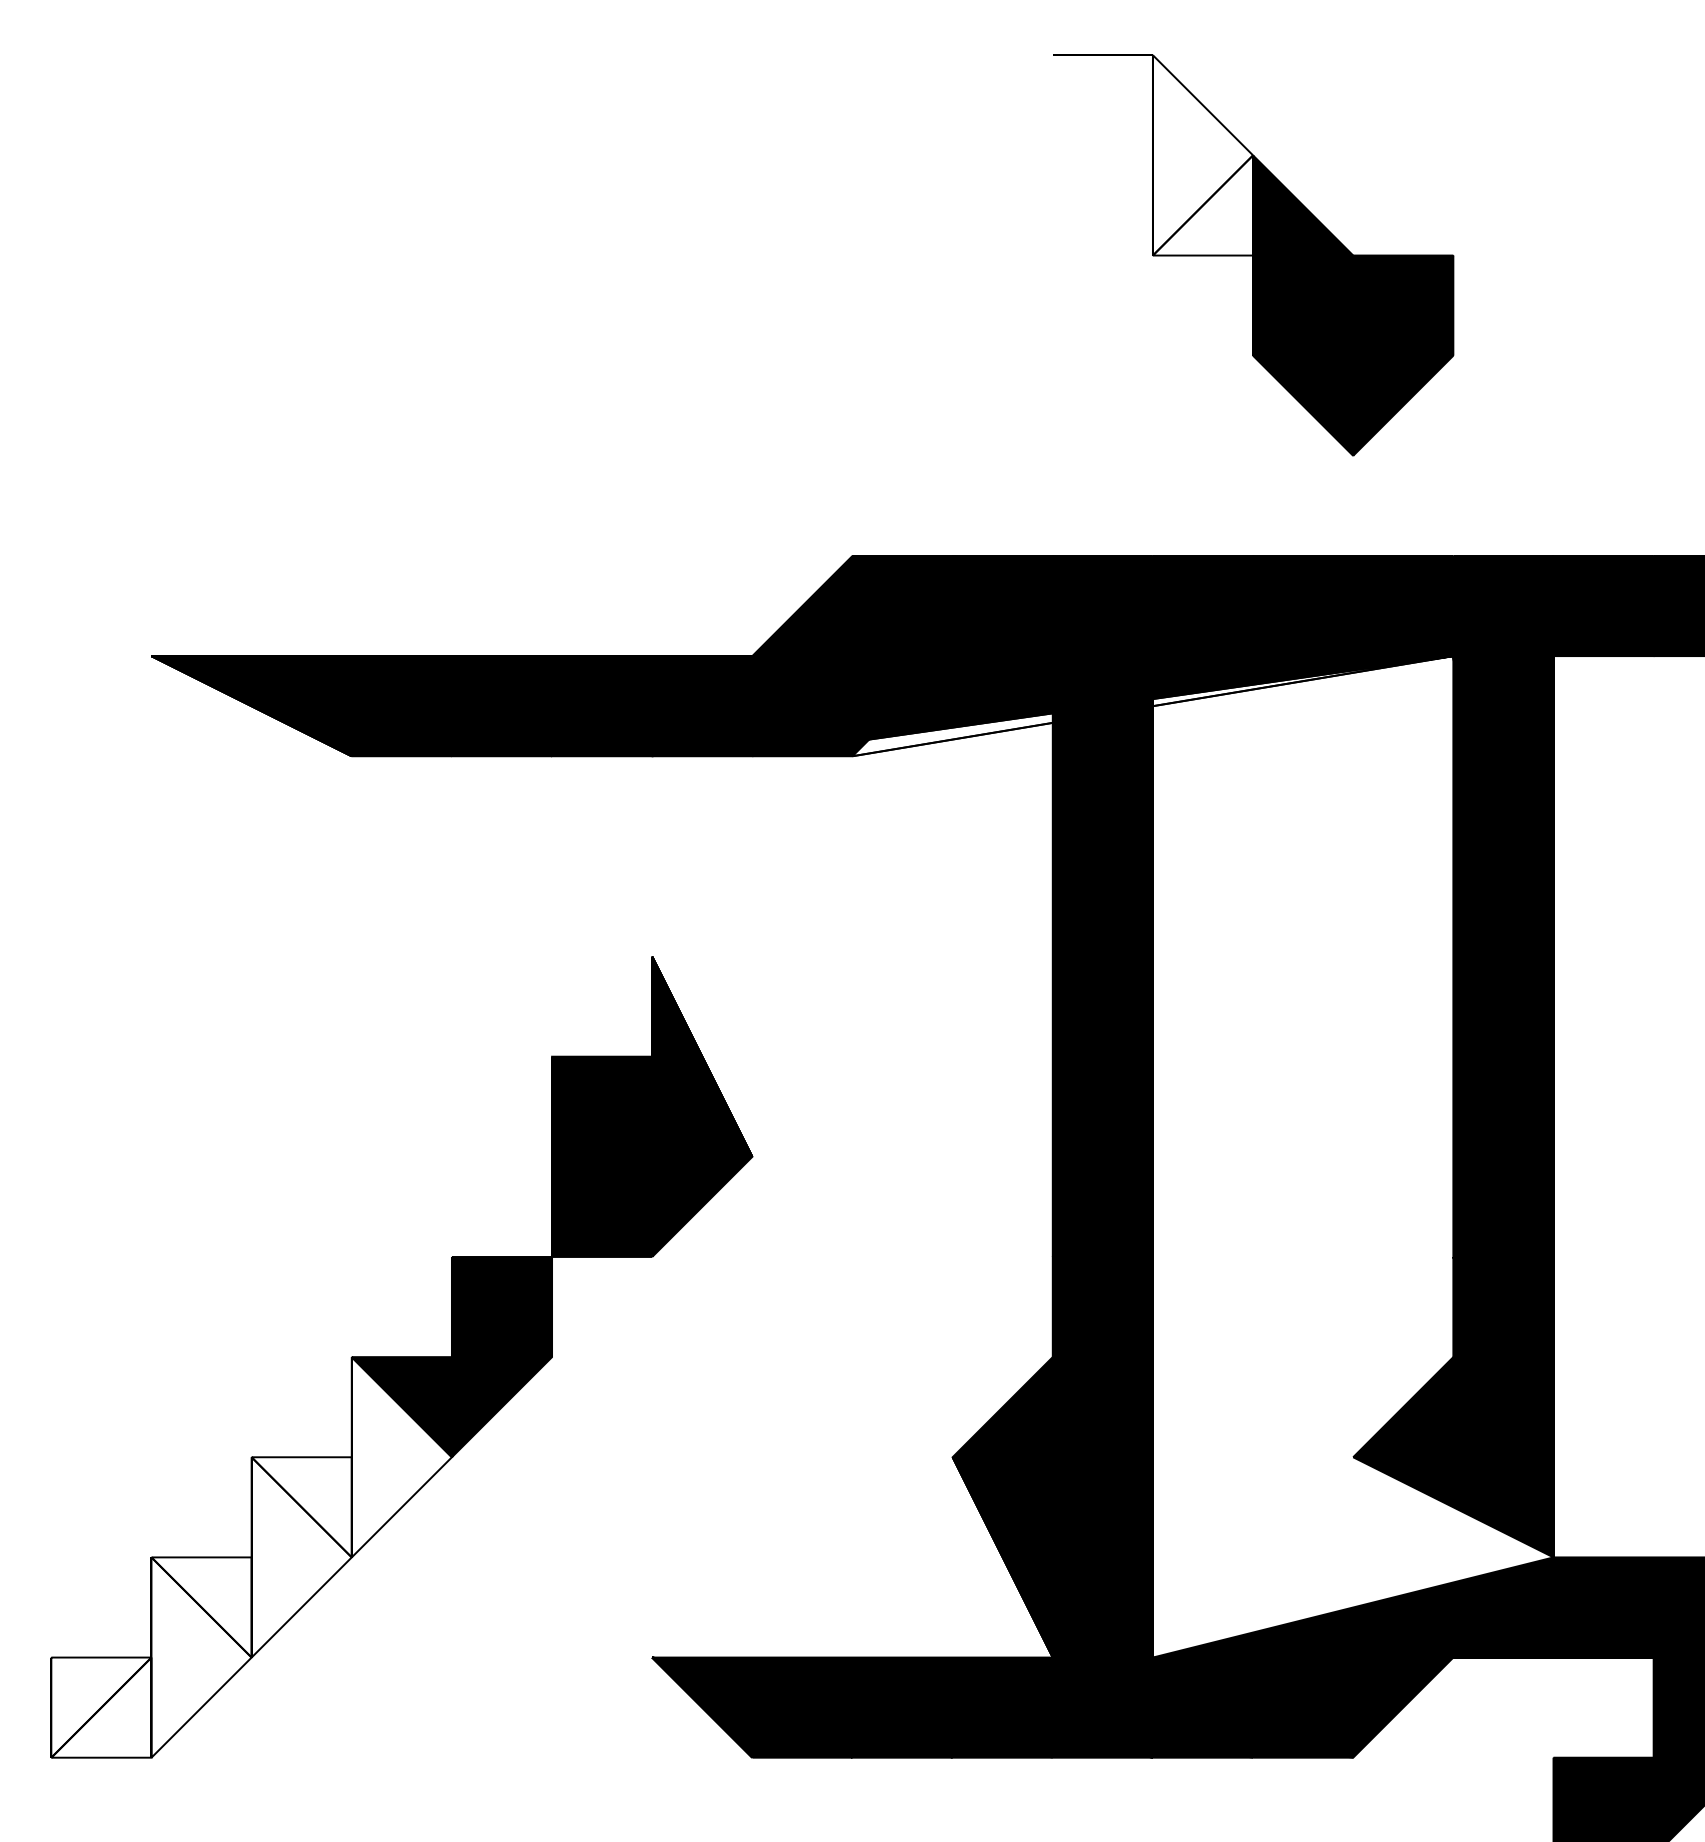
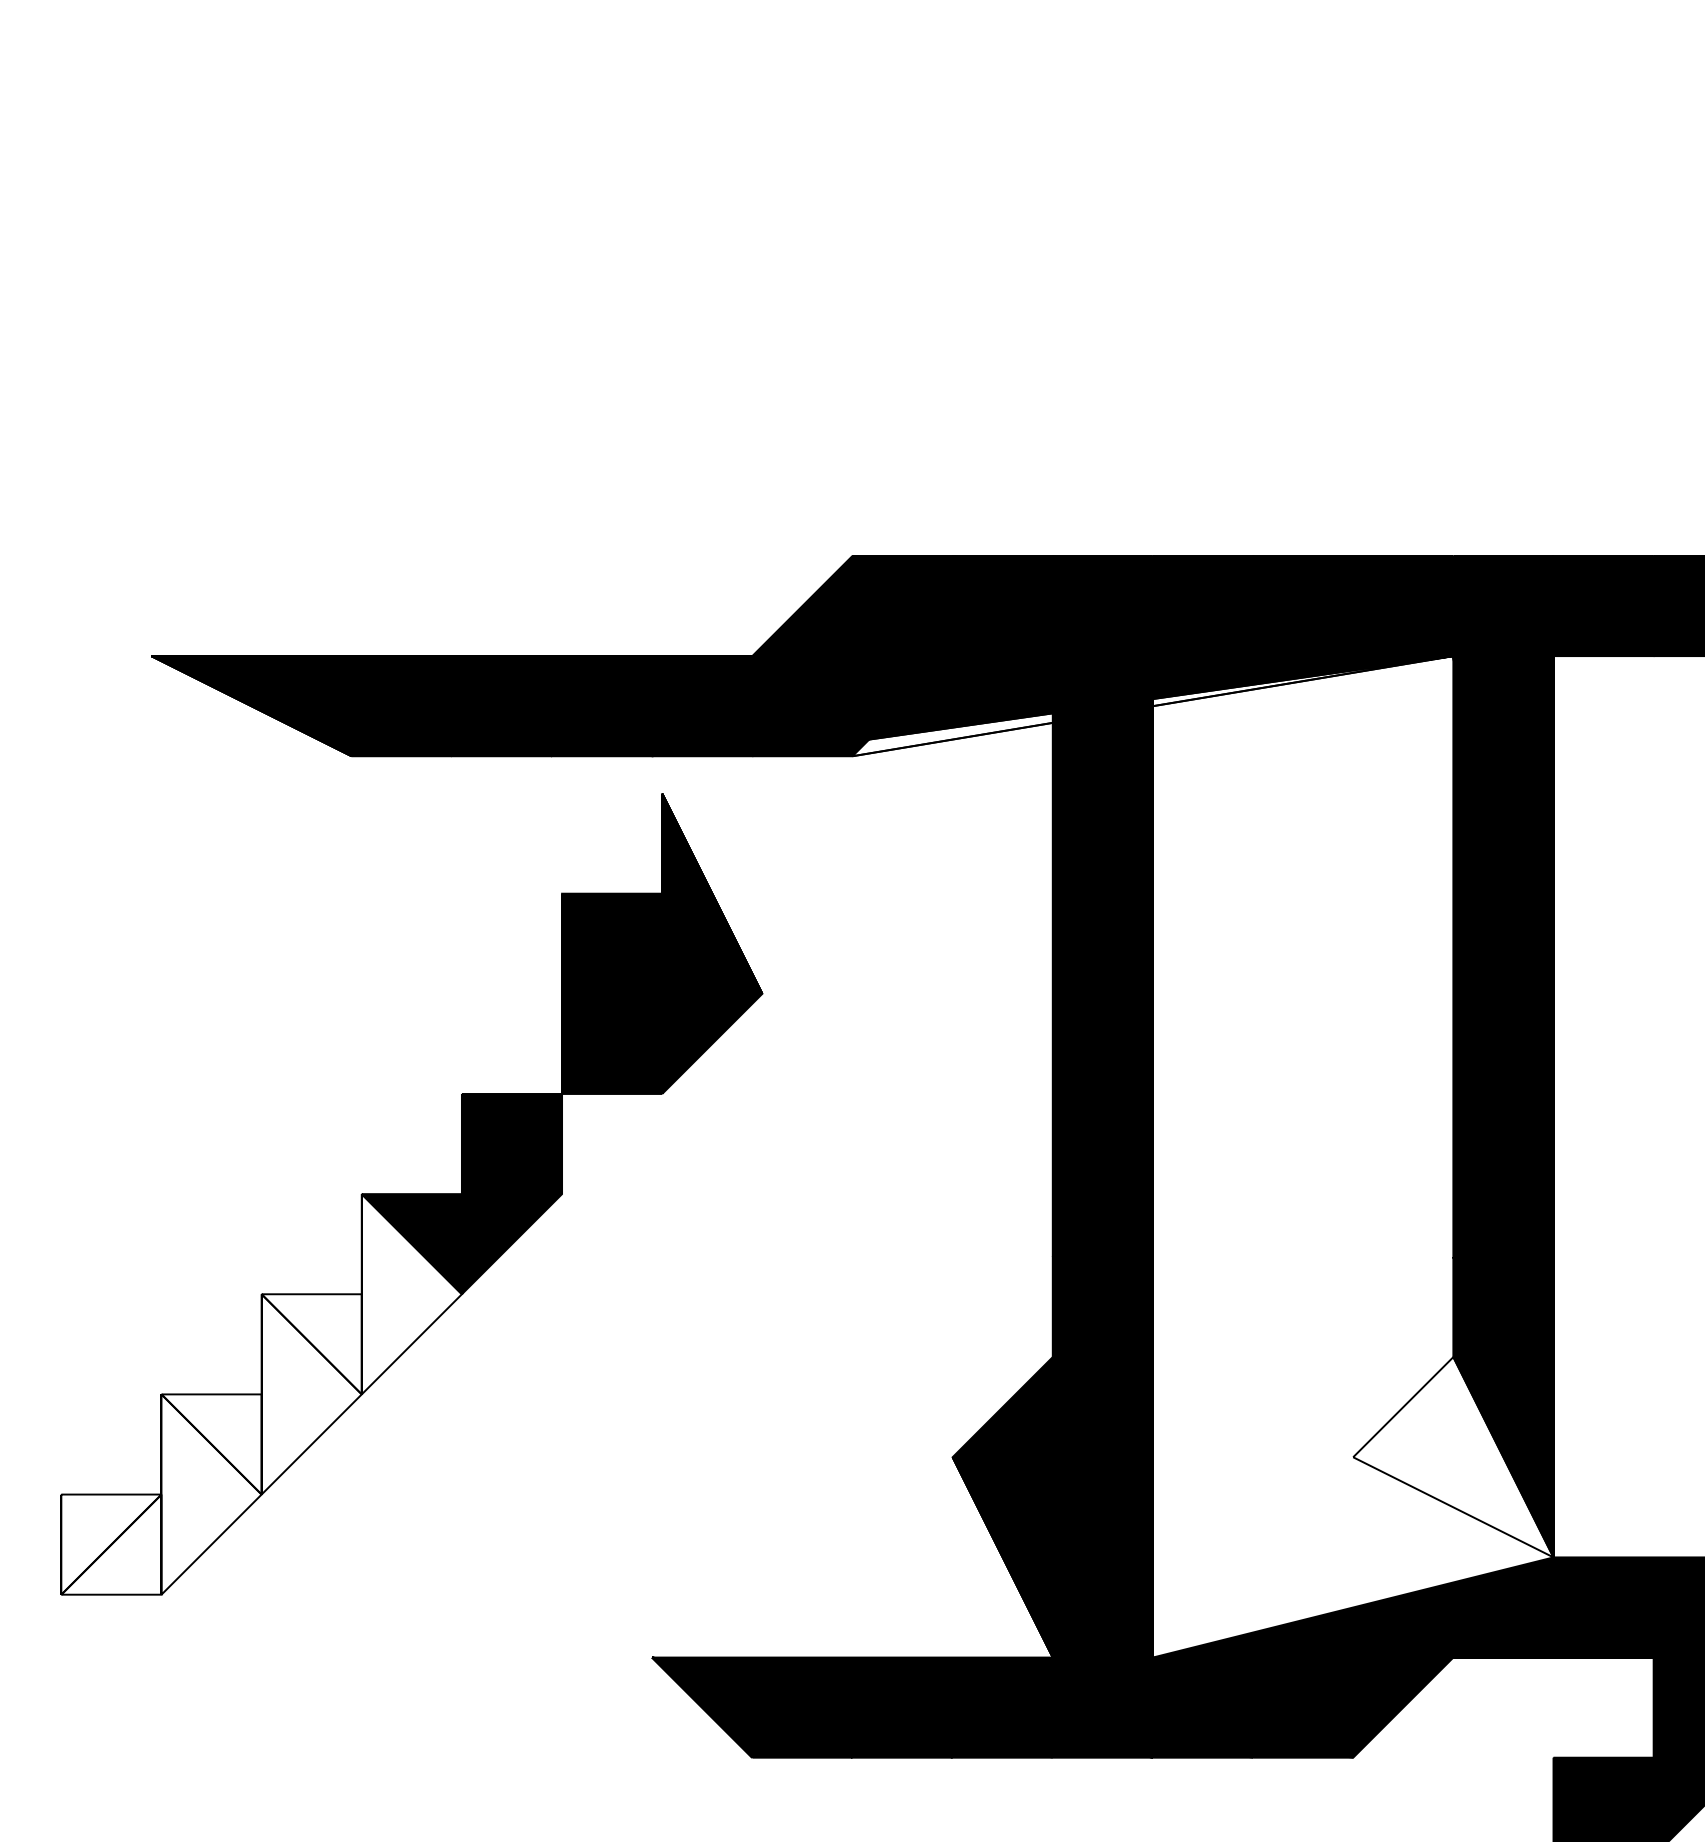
part at (1253, 255): present -> none
part at (401, 1357) position: (401, 1357) -> (411, 1194)
fill at (1453, 1457): present -> none
